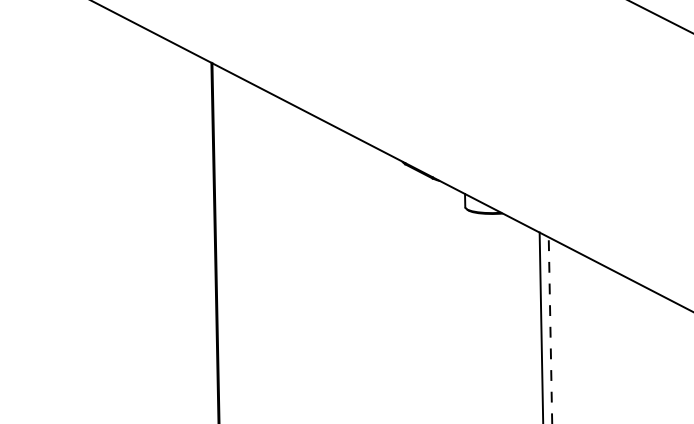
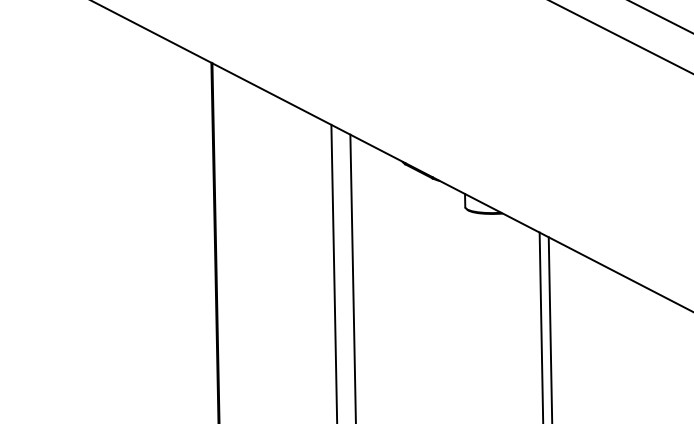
line at (621, 37): none -> present
line at (334, 272): none -> present
line at (352, 277): none -> present
line at (550, 330): dashed -> solid
